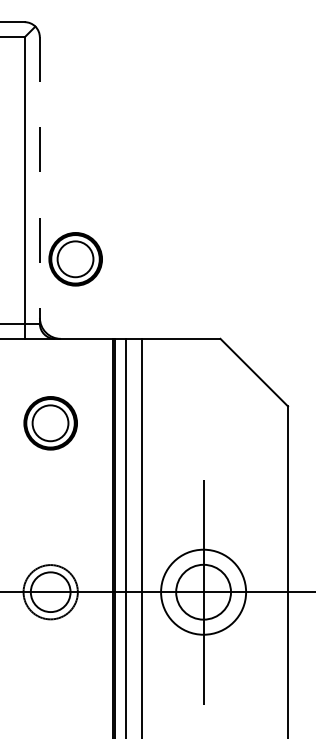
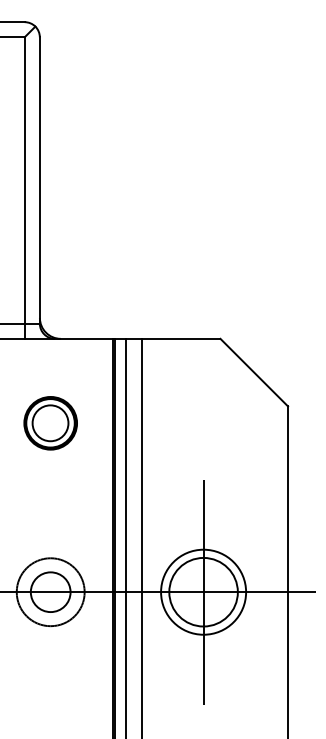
line at (39, 180): dashed -> solid
part at (75, 259): present -> none
circle at (203, 591) diameter: 55 px -> 69 px
circle at (50, 592) diameter: 54 px -> 68 px
